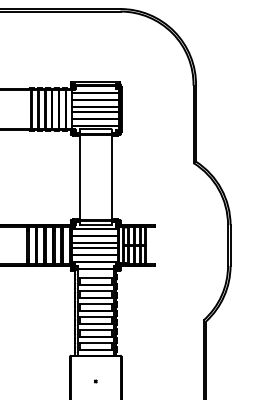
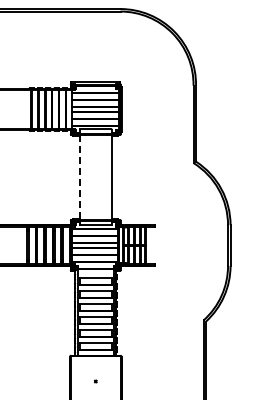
line at (79, 177): solid -> dashed
